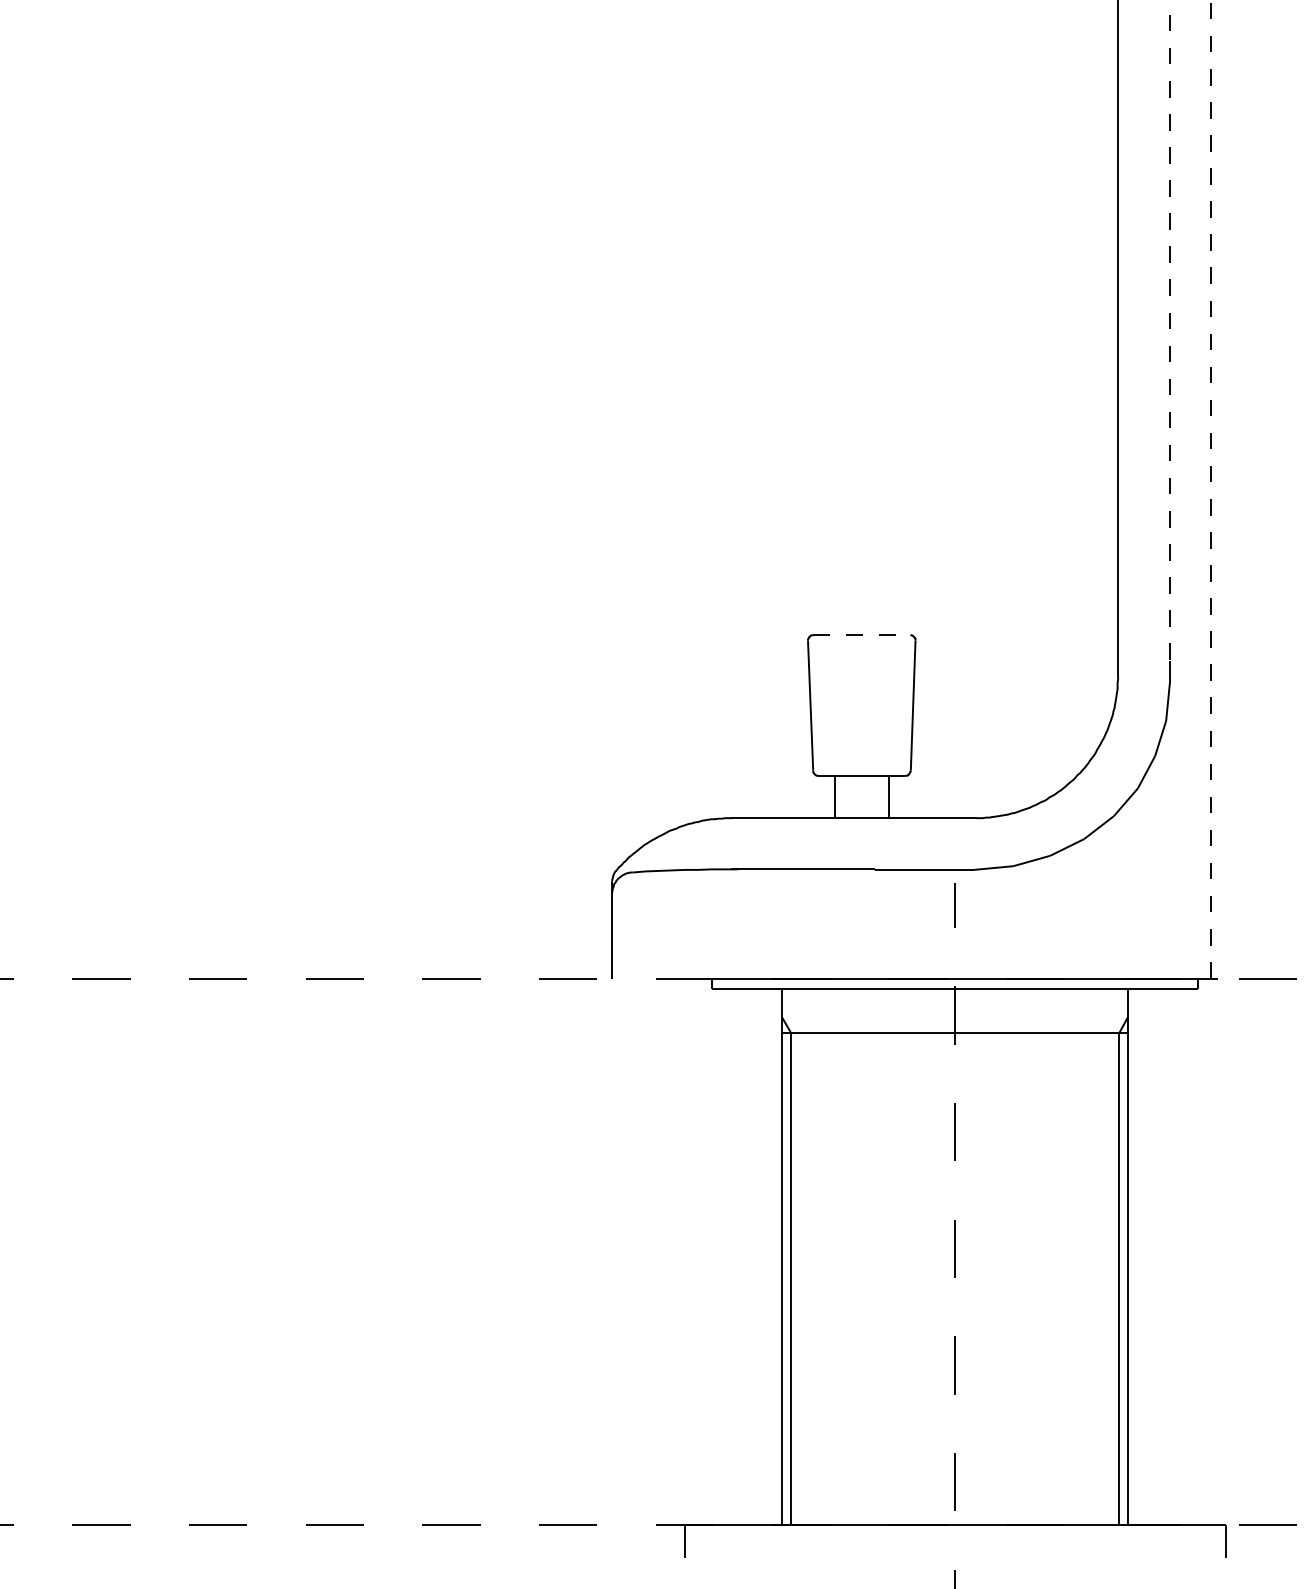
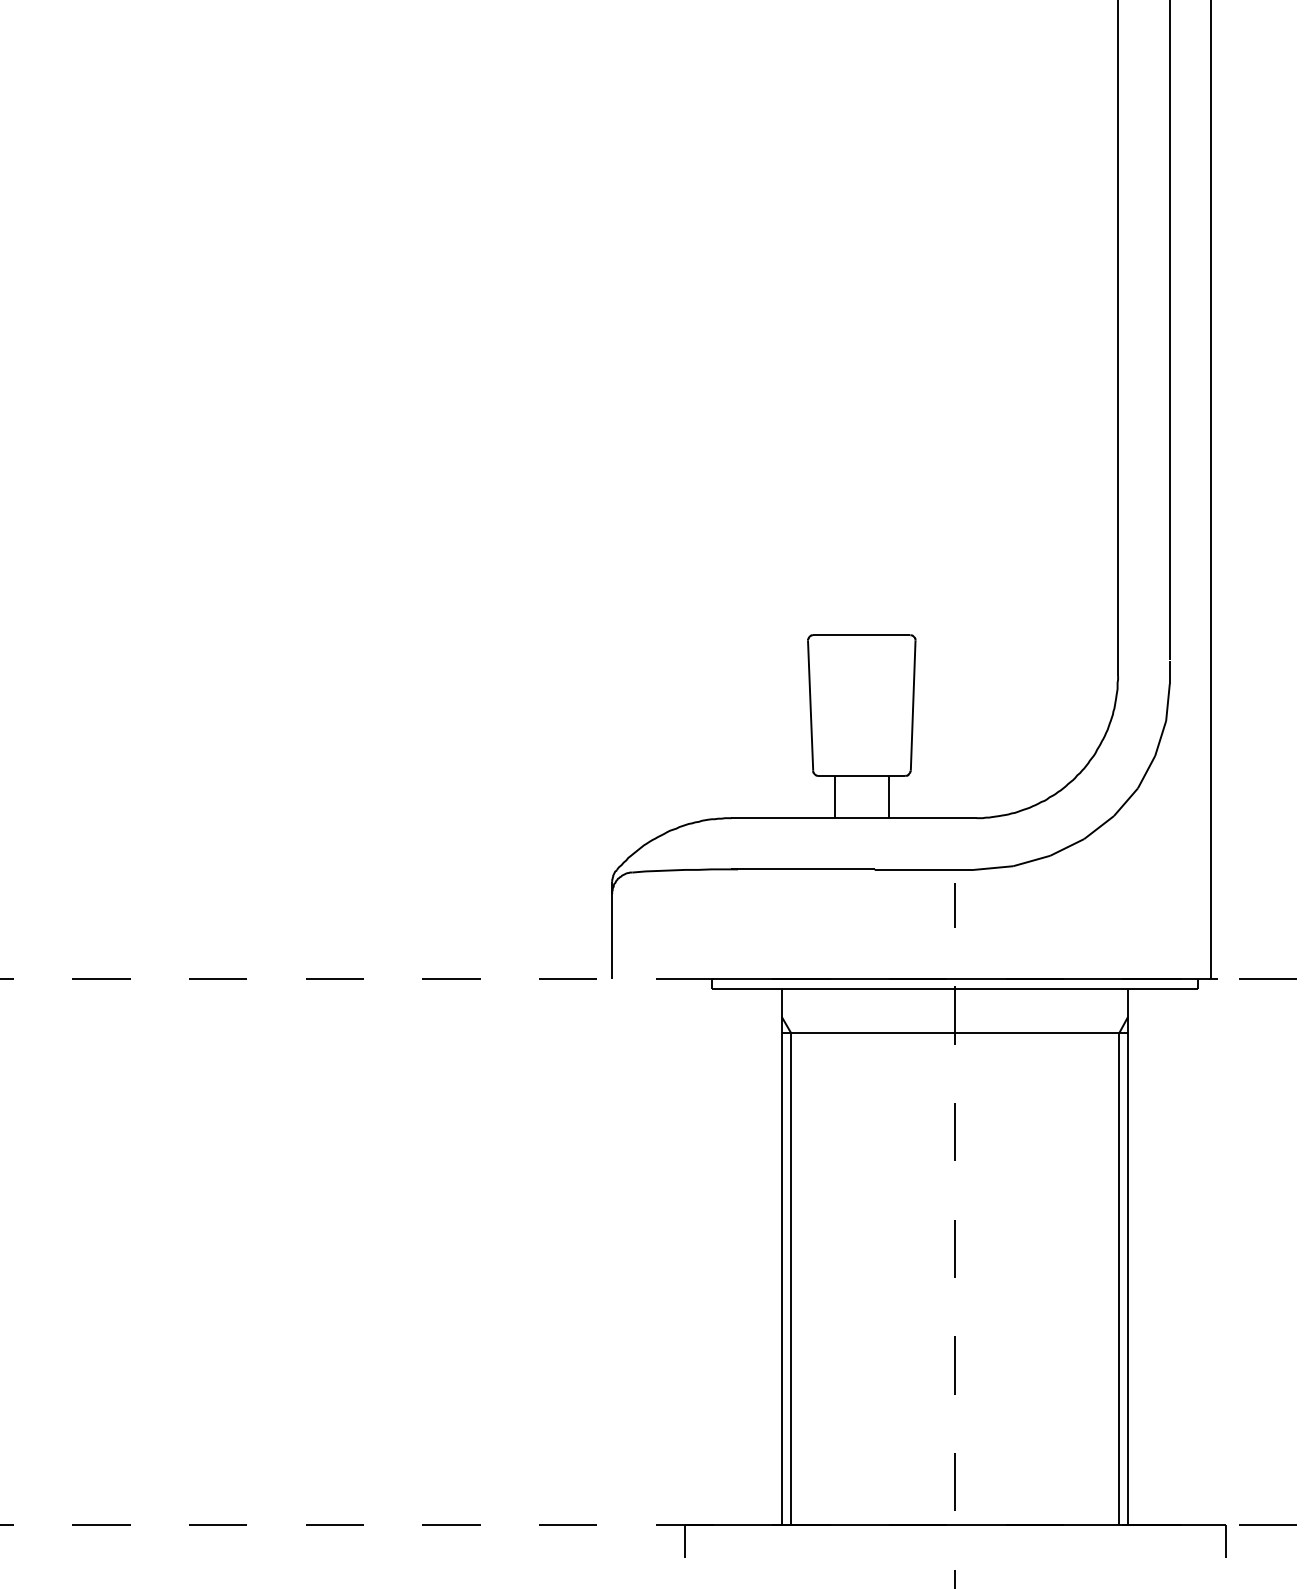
line at (1169, 329): dashed -> solid
line at (1211, 489): dashed -> solid
line at (861, 635): dashed -> solid
